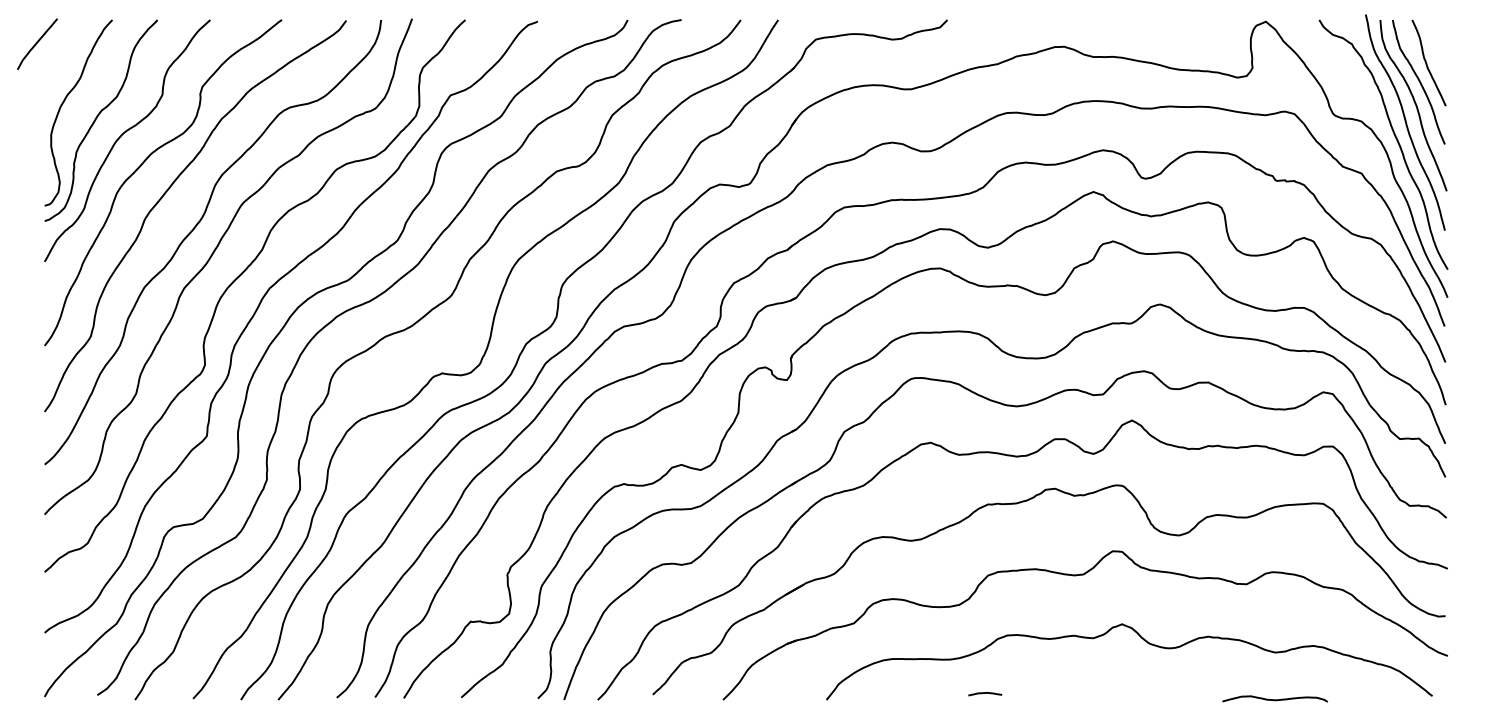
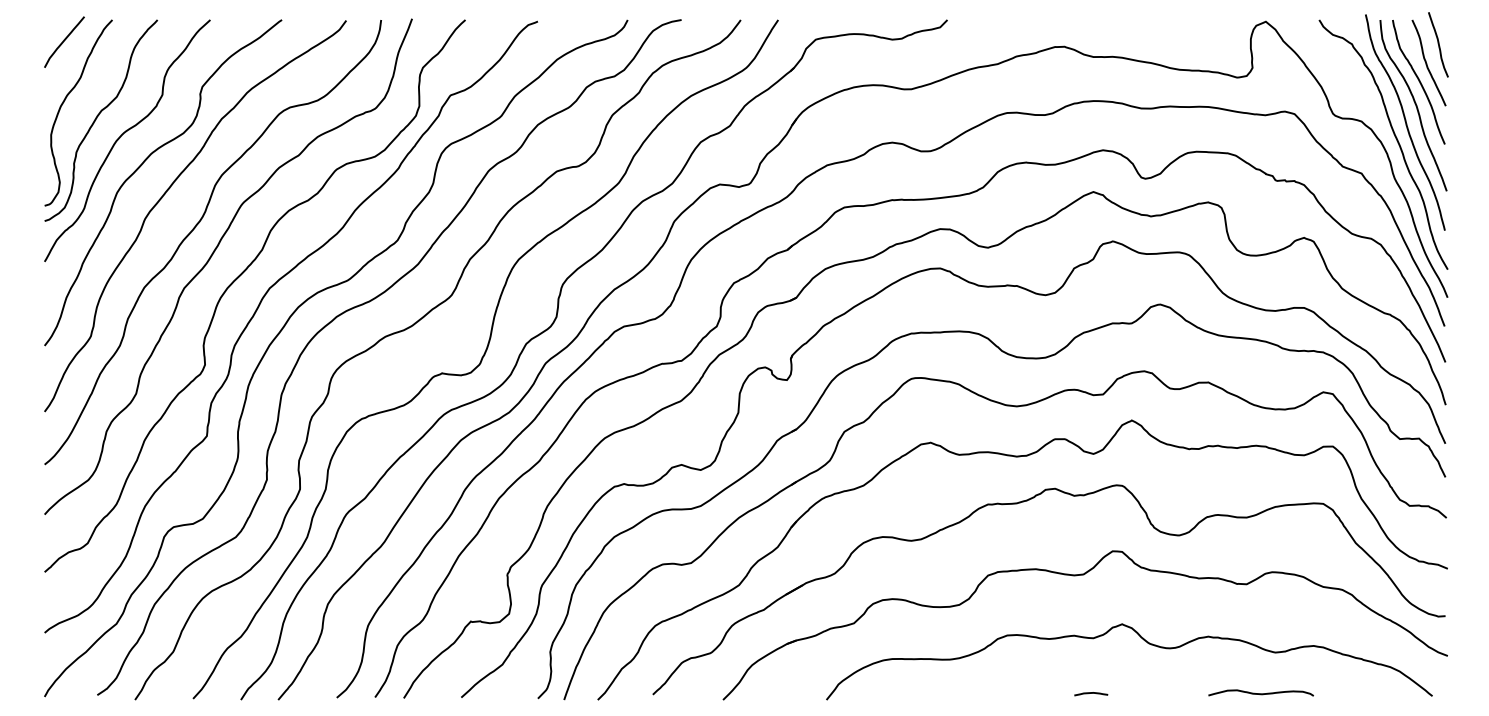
curve at (37, 43) position: (37, 43) -> (64, 41)
curve at (1438, 44): none -> present
curve at (985, 693) position: (985, 693) -> (1091, 693)
curve at (1274, 699) position: (1274, 699) -> (1260, 693)
